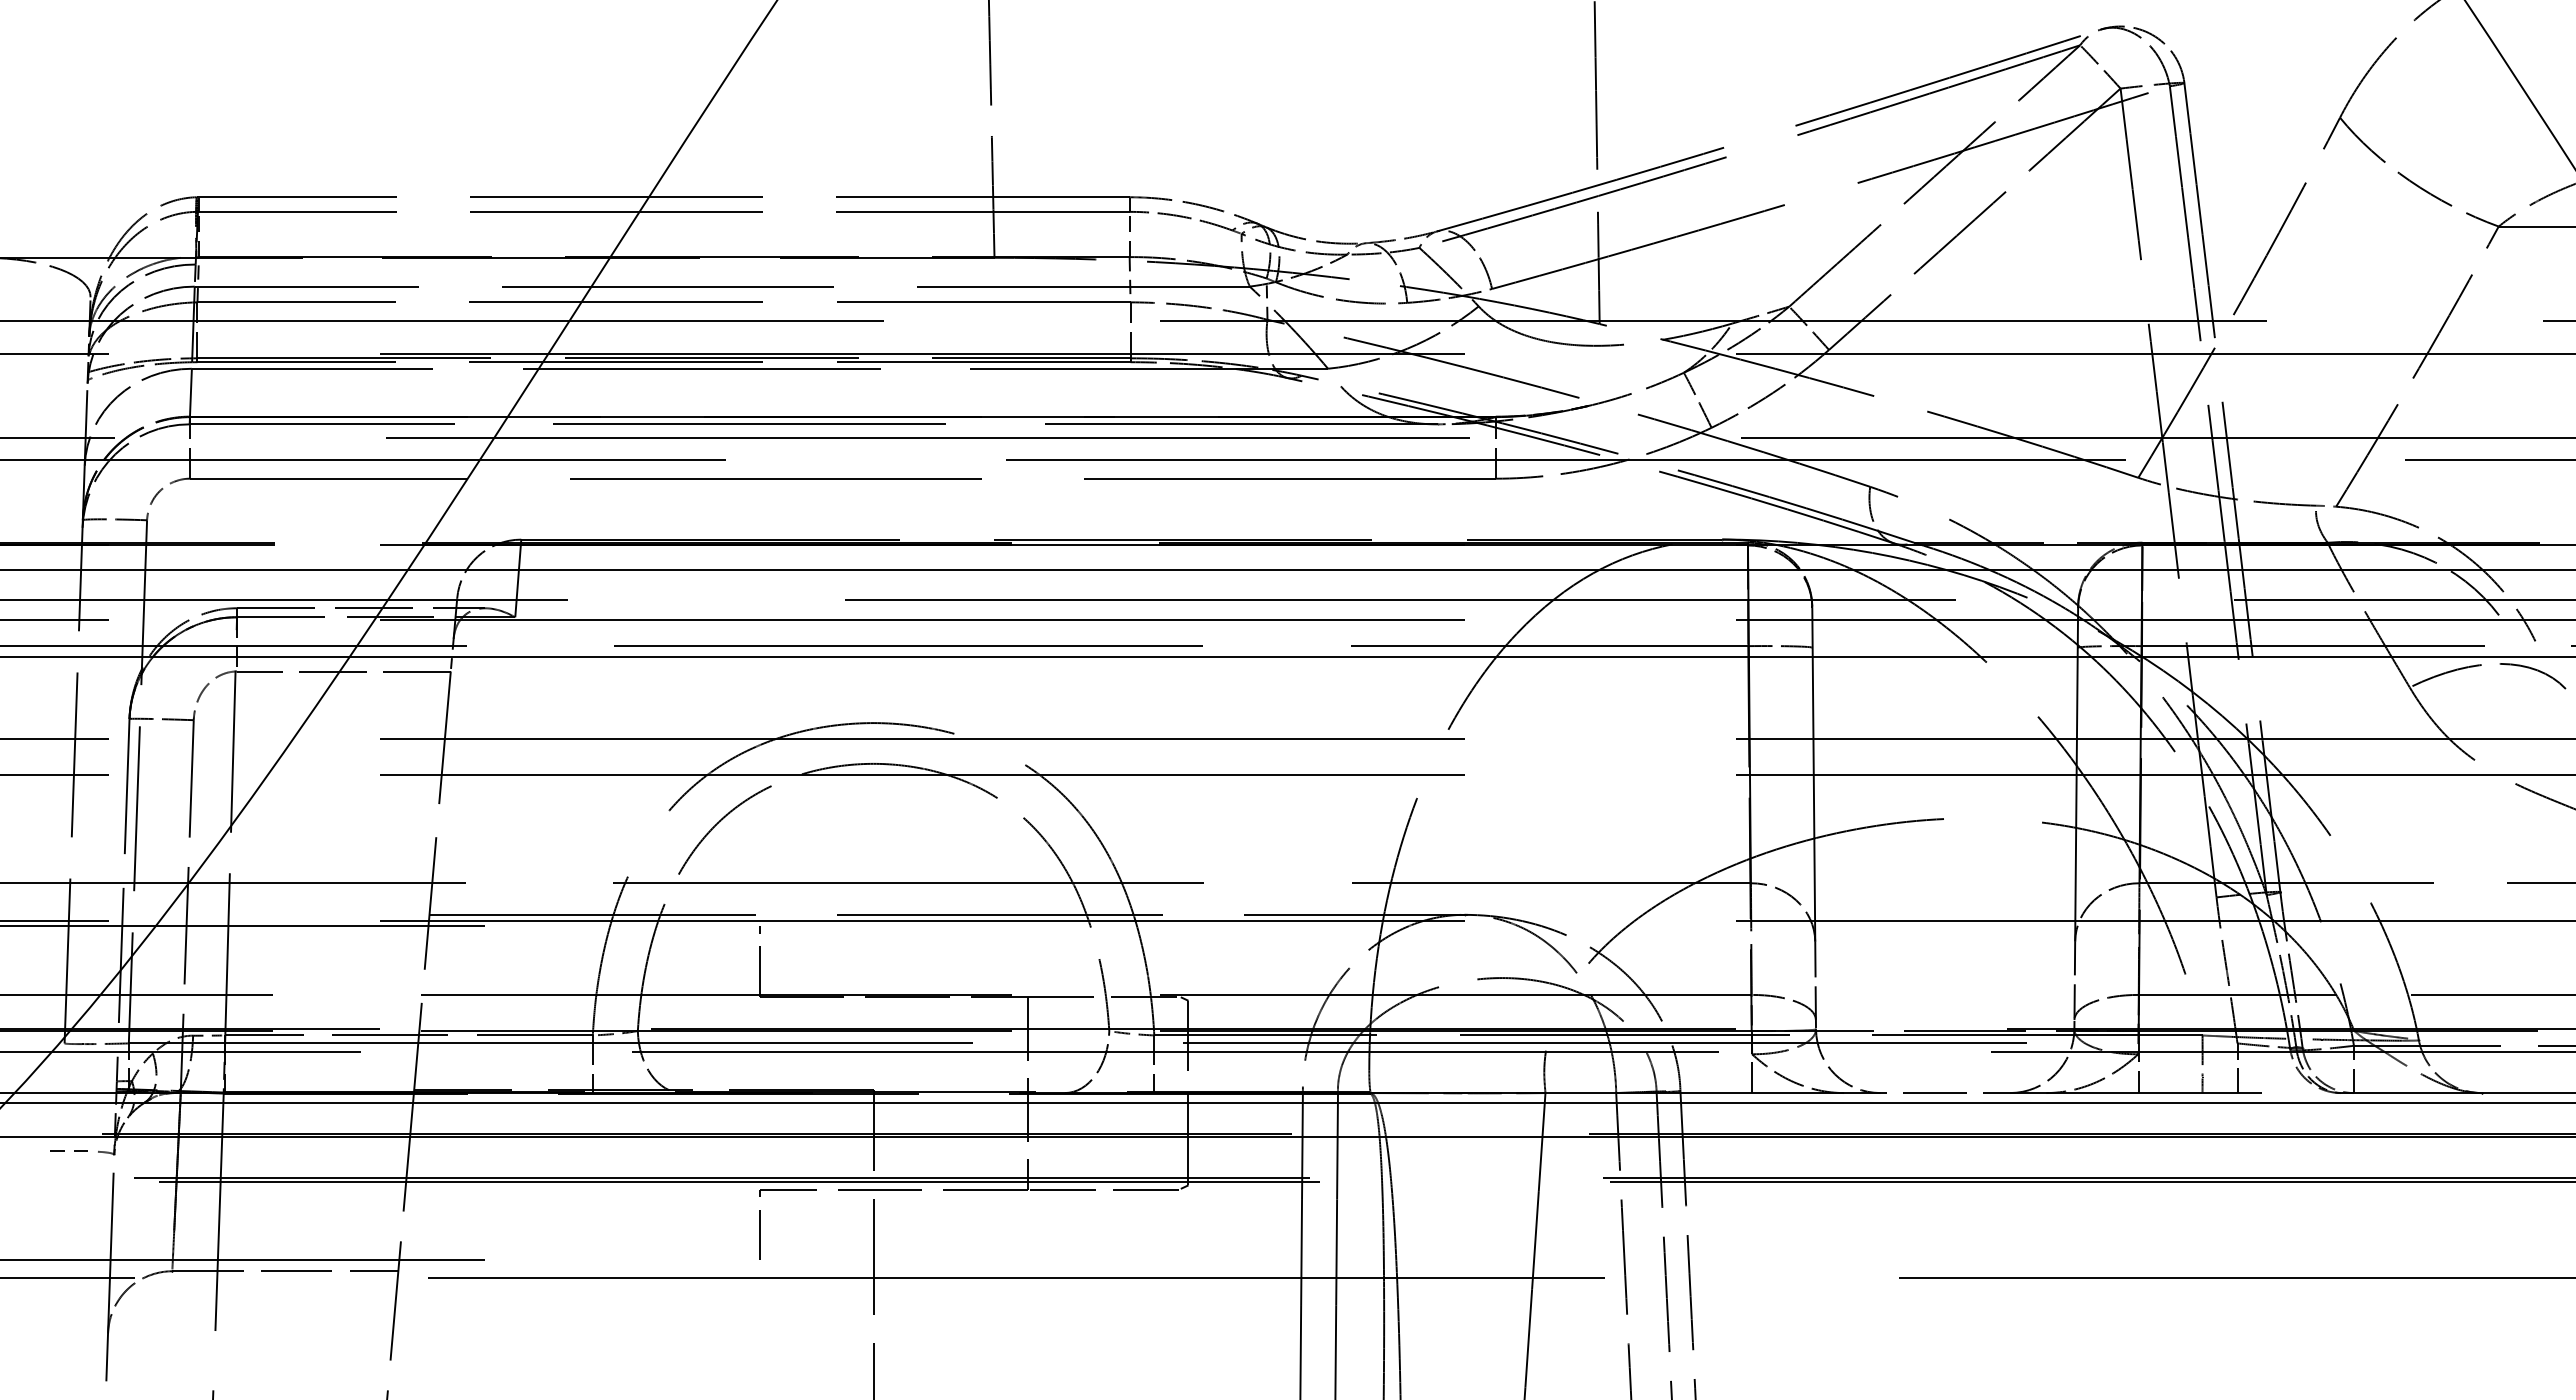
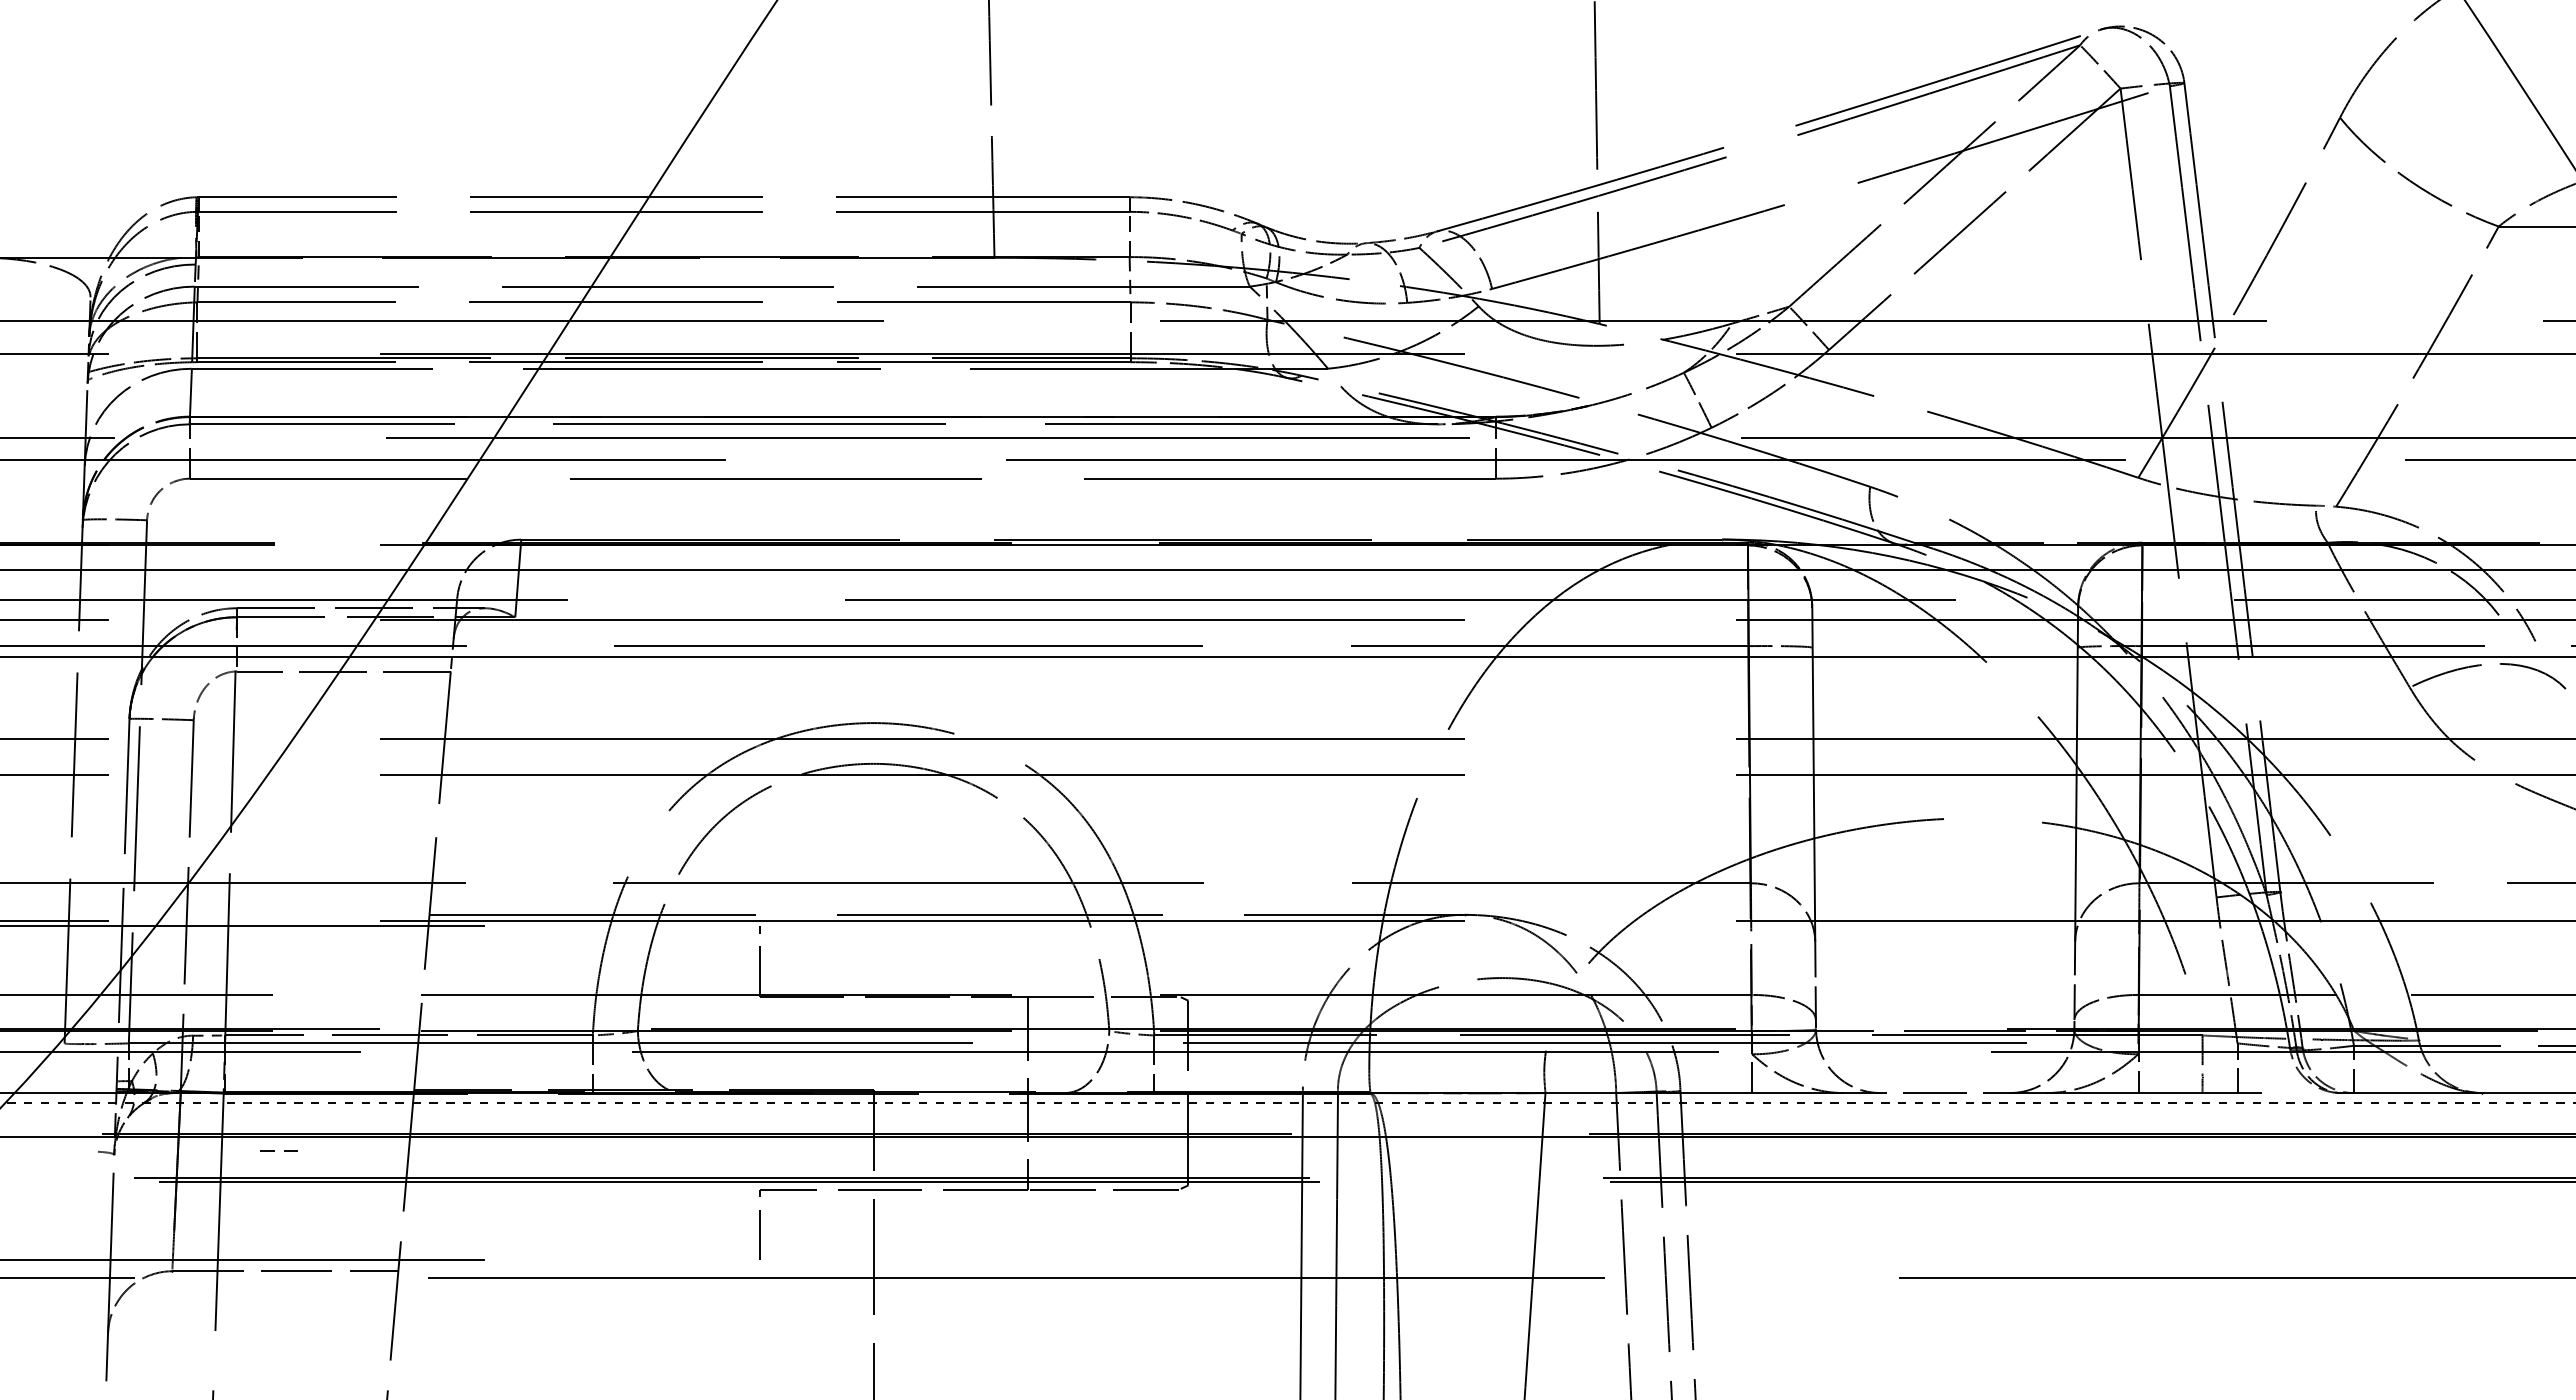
line at (1287, 1103): solid -> dashed
line at (64, 1150) position: (64, 1150) -> (274, 1150)
